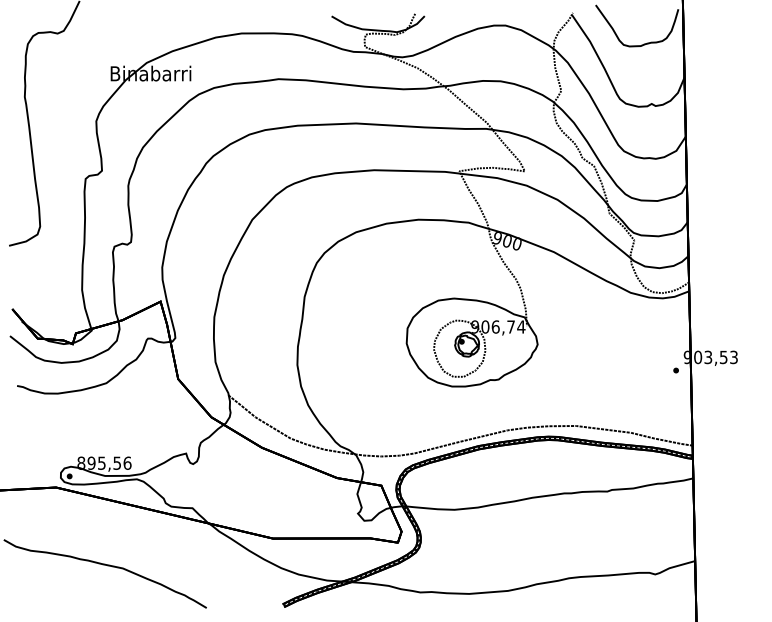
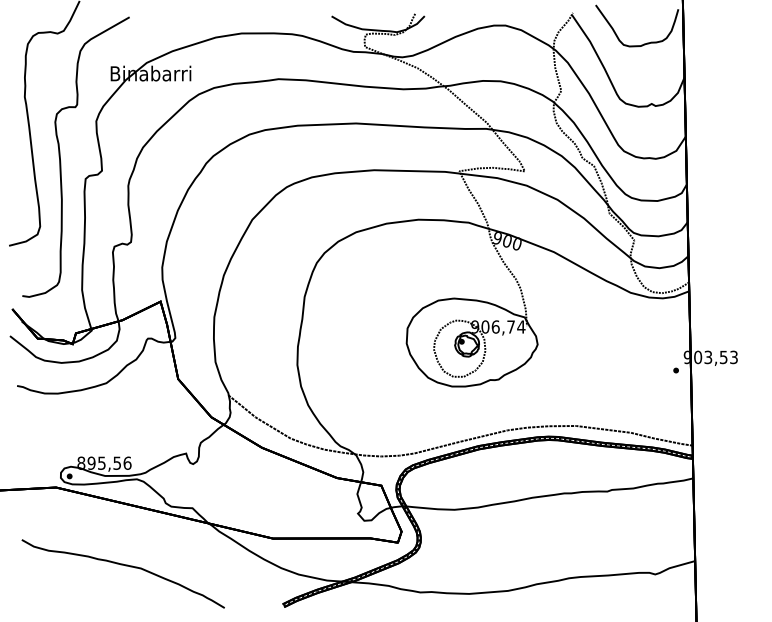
curve at (61, 161): none -> present
curve at (107, 566) position: (107, 566) -> (125, 566)
